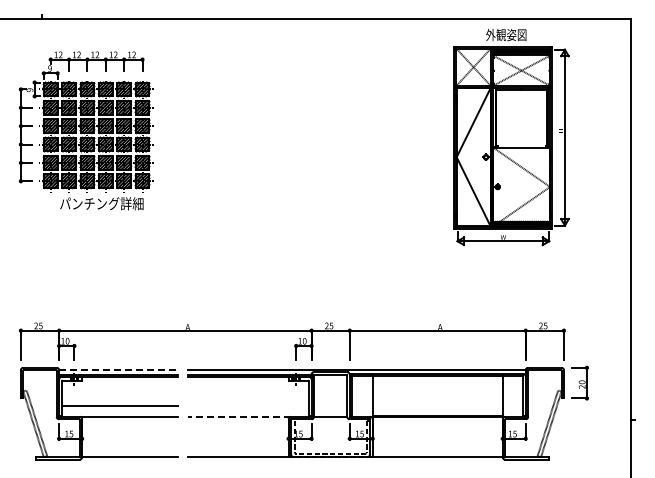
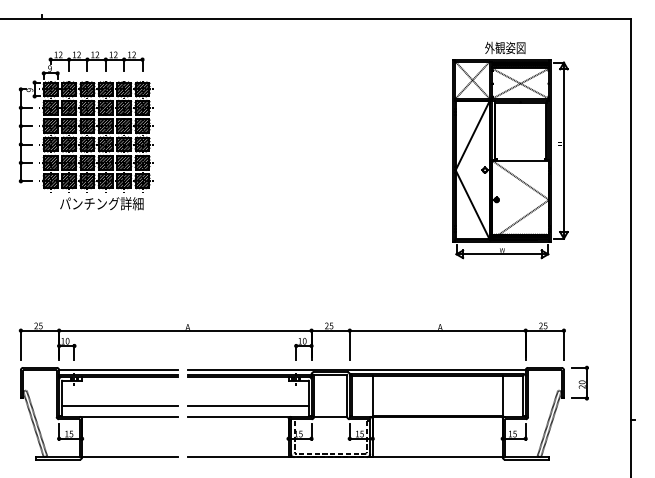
part at (511, 137) position: (511, 137) -> (510, 150)
line at (118, 370): dashed -> solid
line at (248, 405): none -> present
line at (239, 416): dashed -> solid
